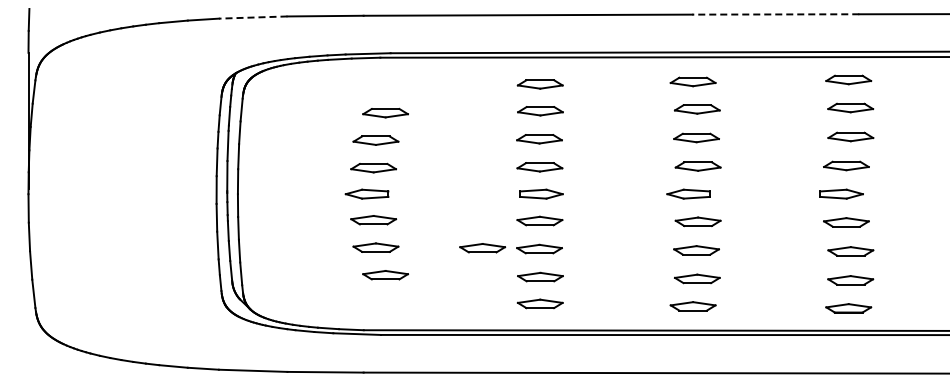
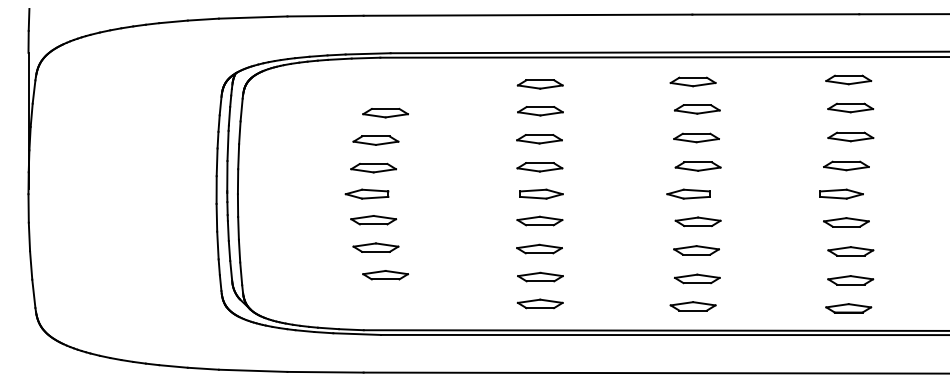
line at (775, 14): dashed -> solid
line at (252, 17): dashed -> solid
part at (482, 248): present -> none
